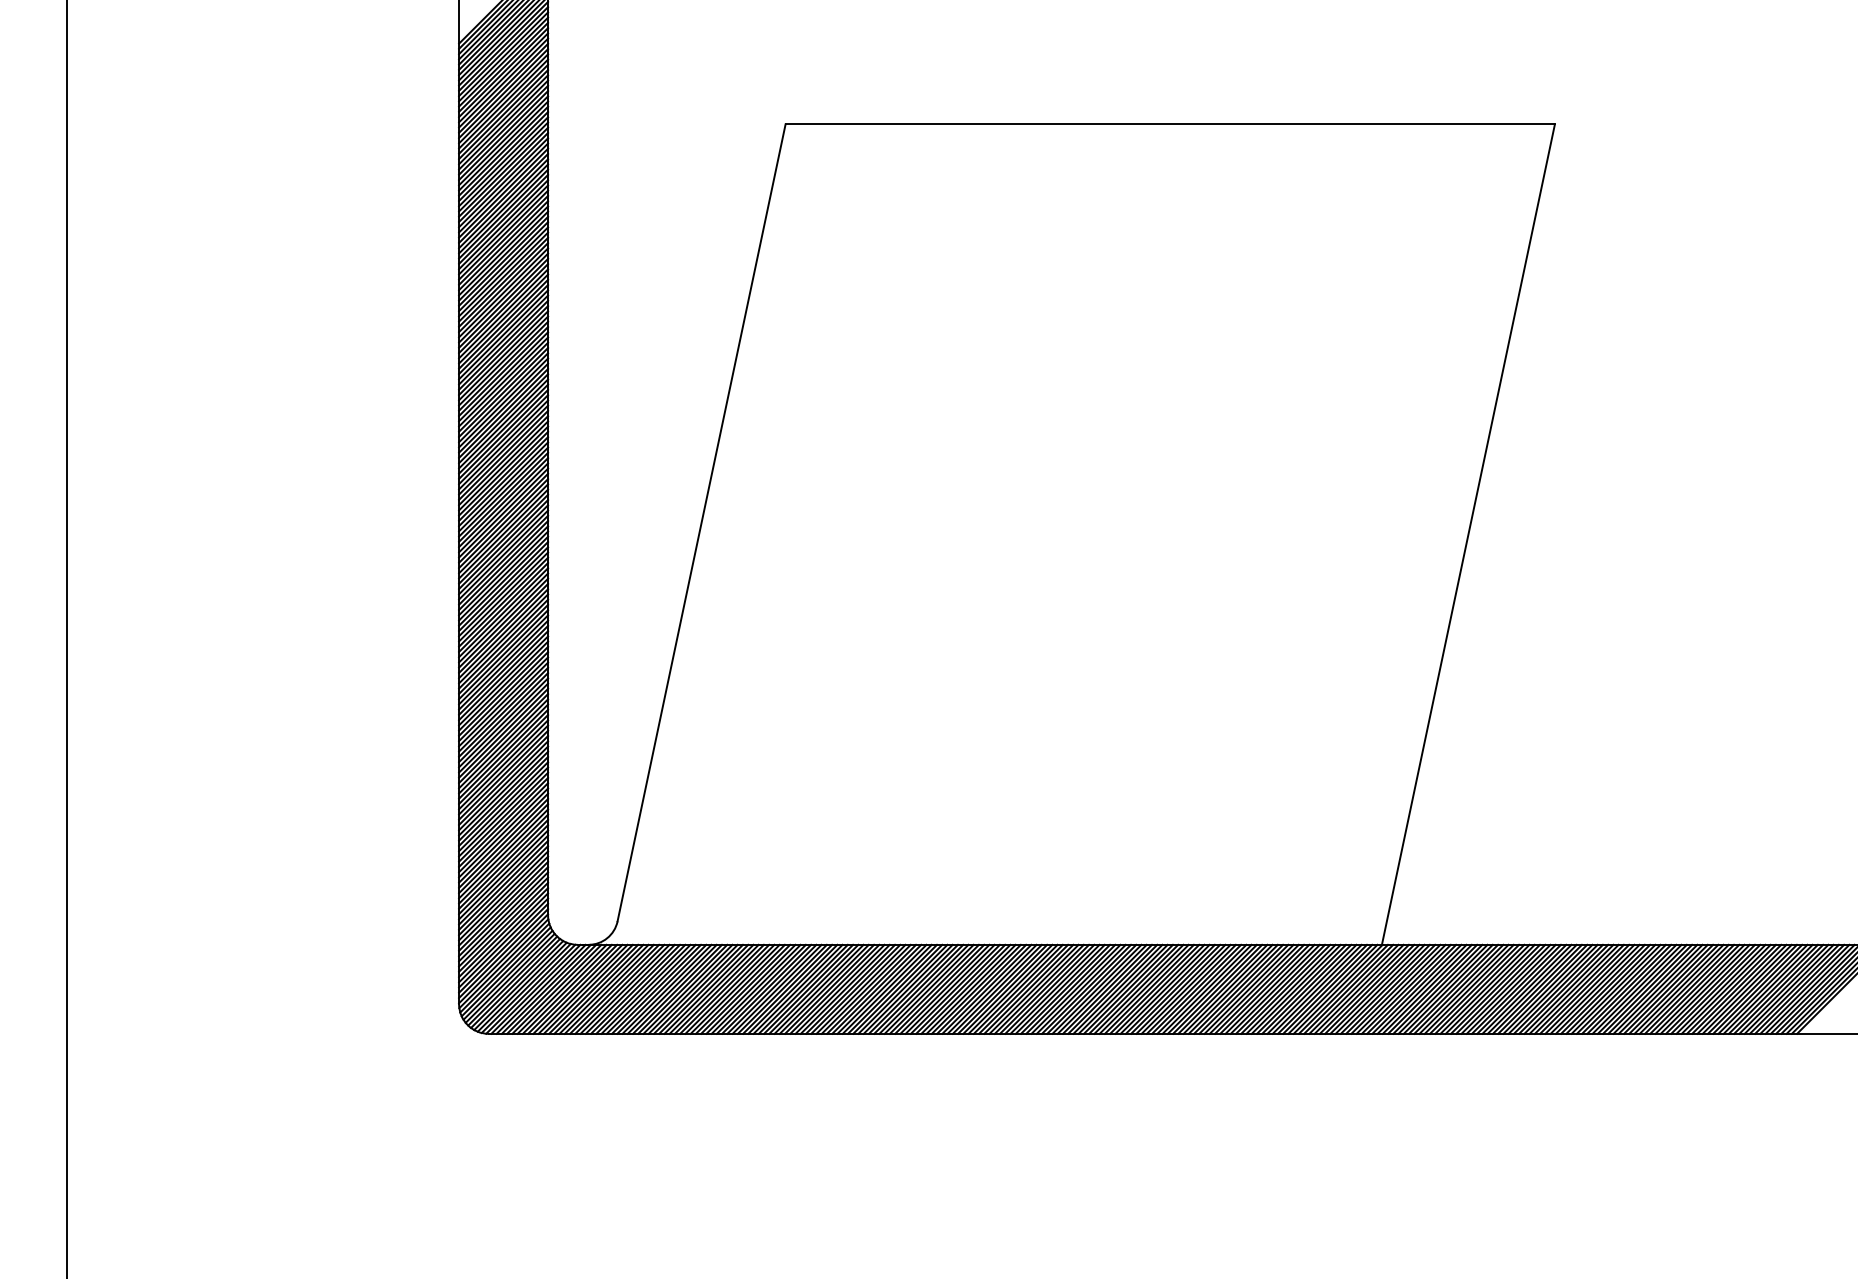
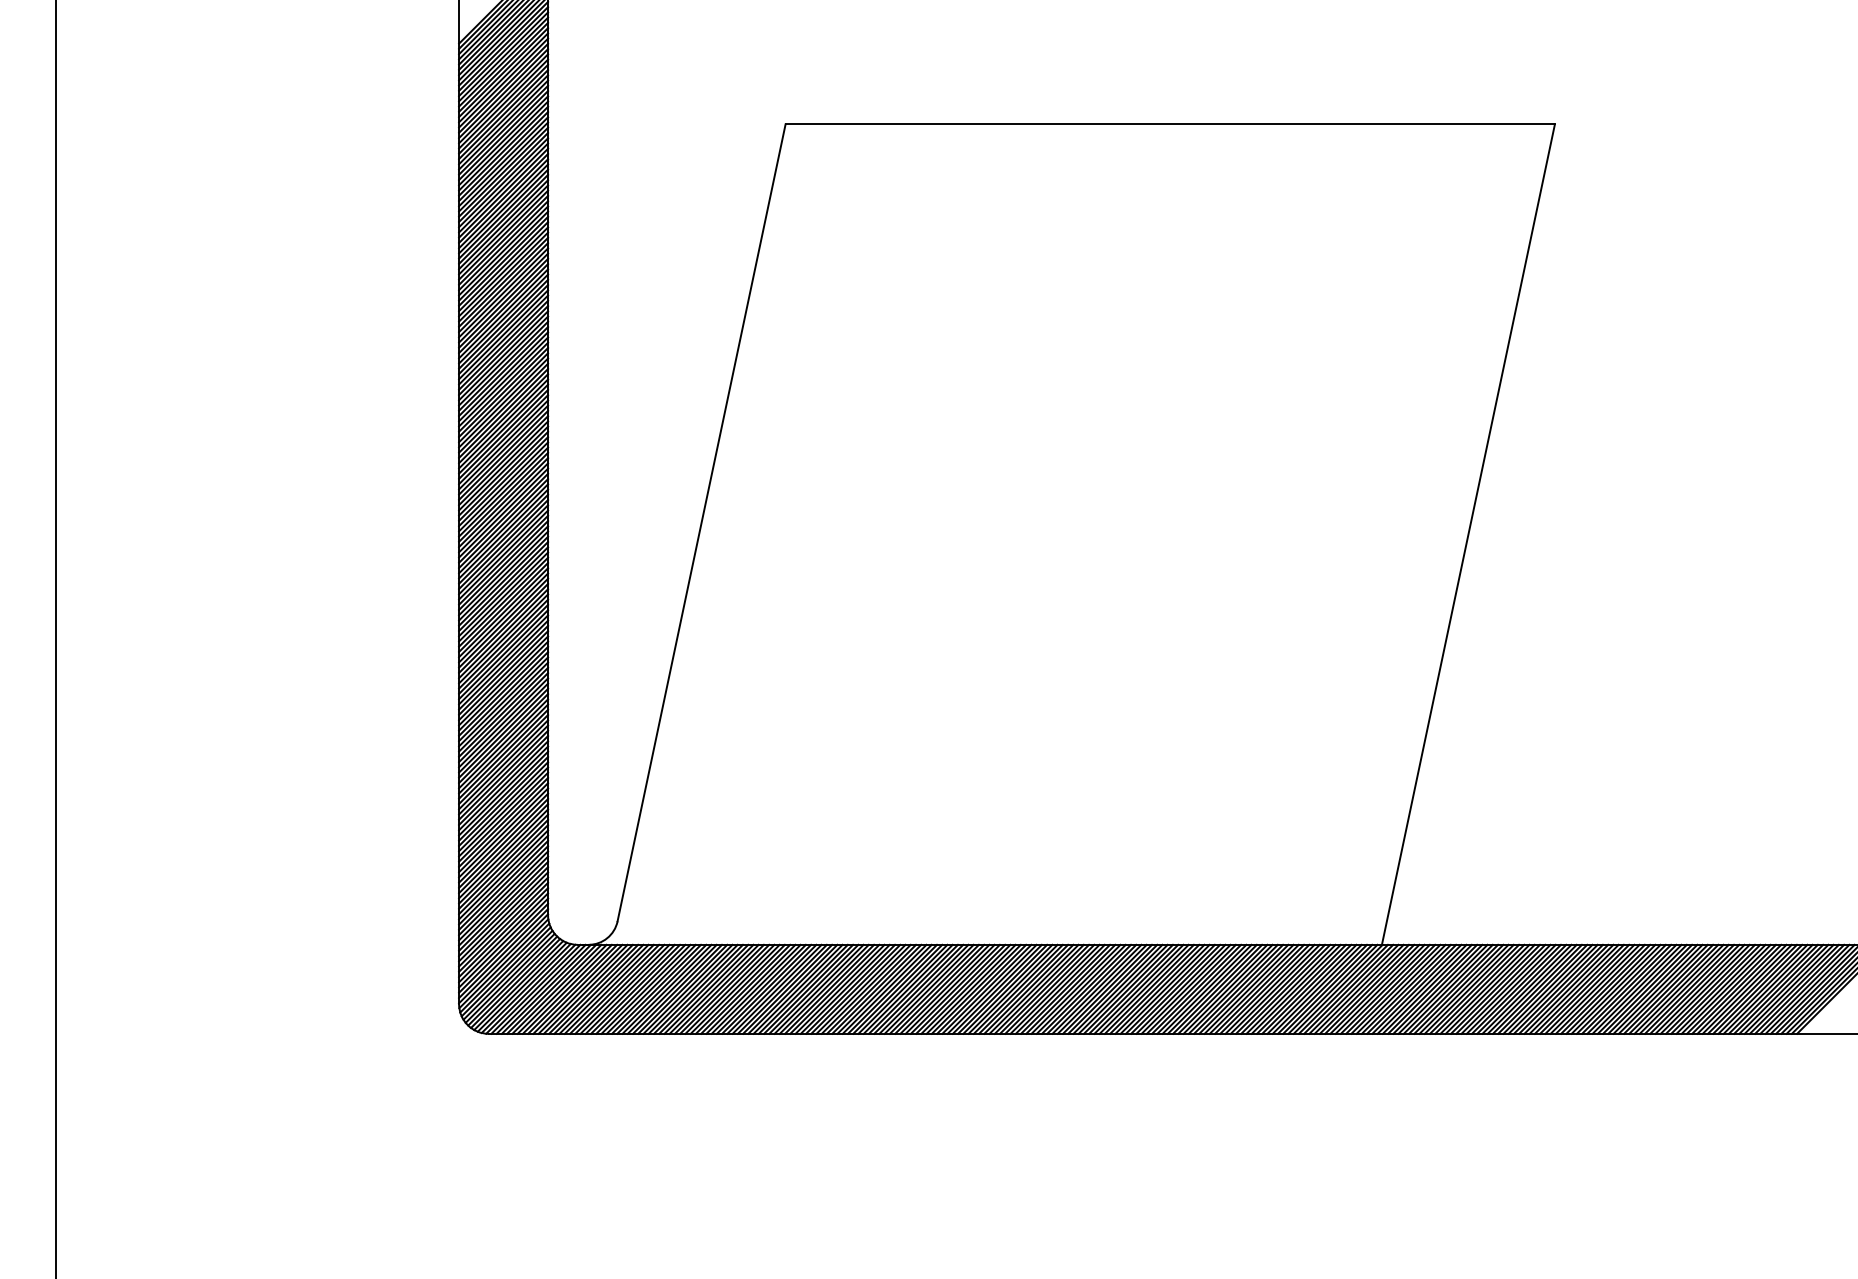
line at (66, 638) position: (66, 638) -> (55, 638)
